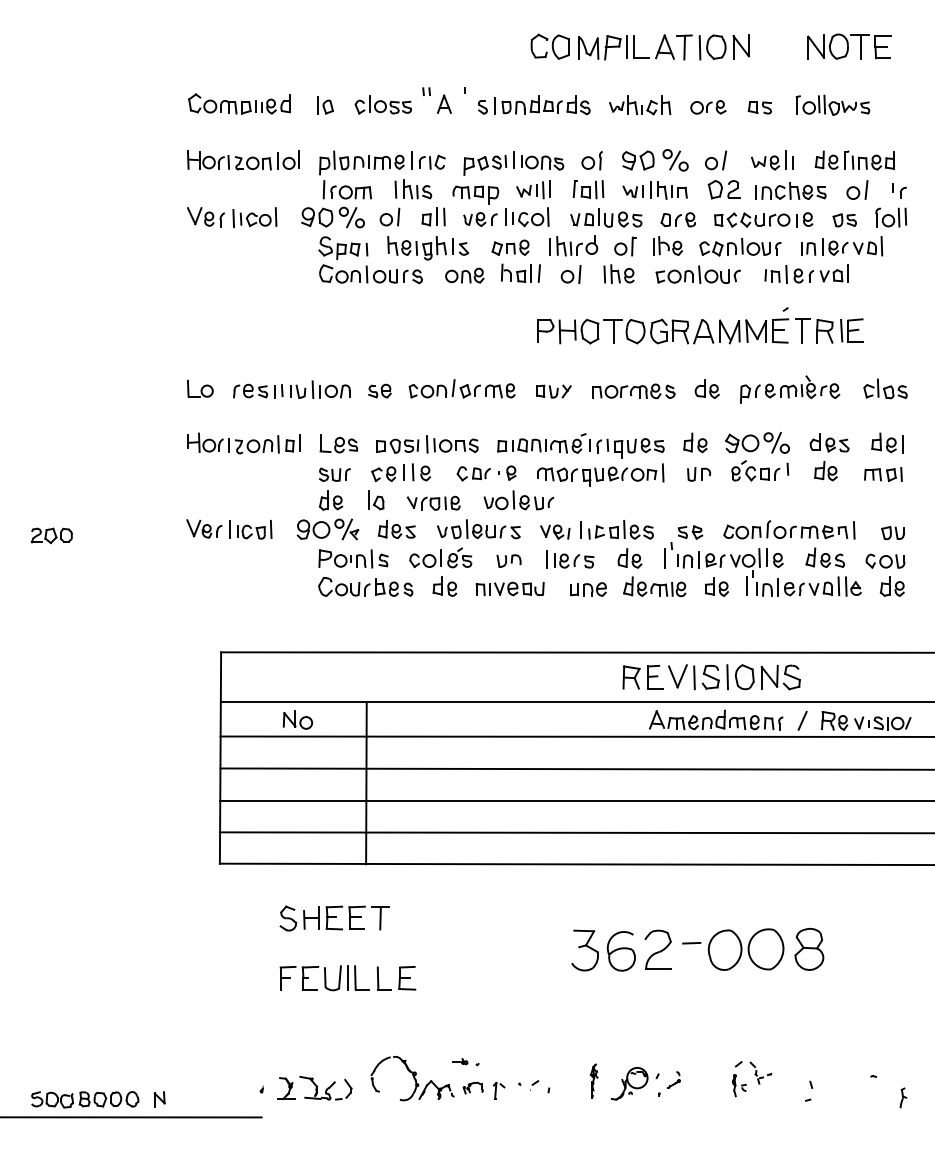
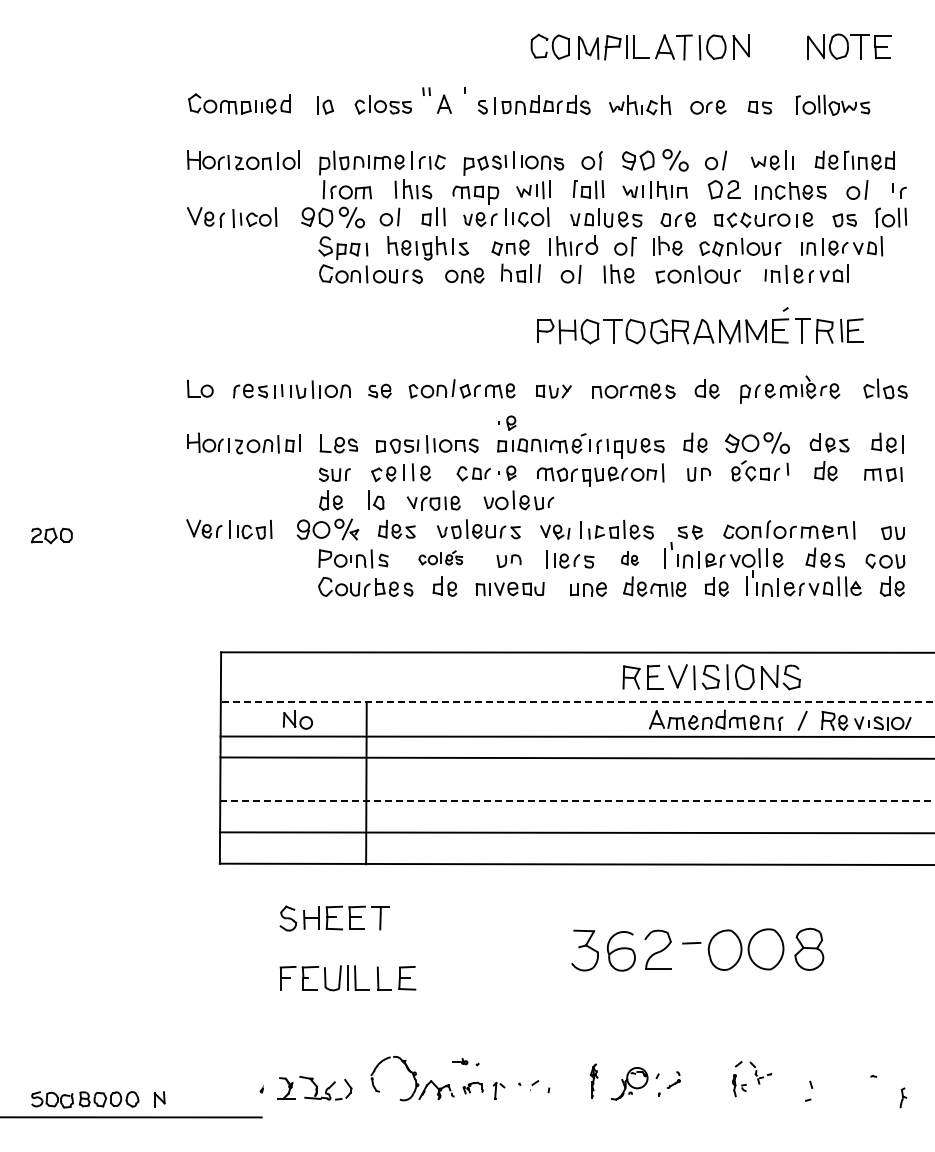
part at (507, 422): none -> present
part at (440, 557) size: 64x22 px -> 46x16 px
part at (629, 558) size: 26x21 px -> 18x15 px
line at (578, 702): solid -> dashed
line at (575, 768) position: (575, 768) -> (575, 757)
line at (577, 801): solid -> dashed
